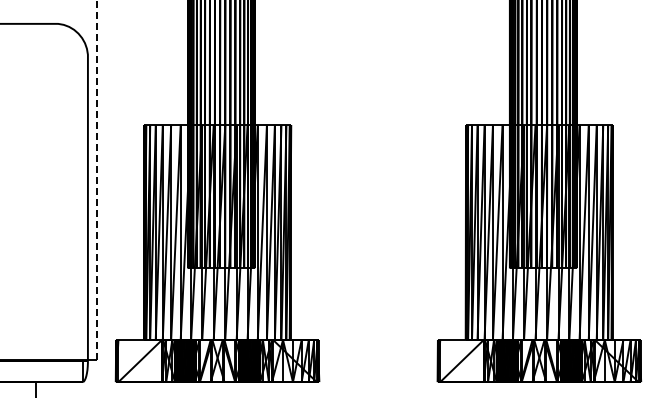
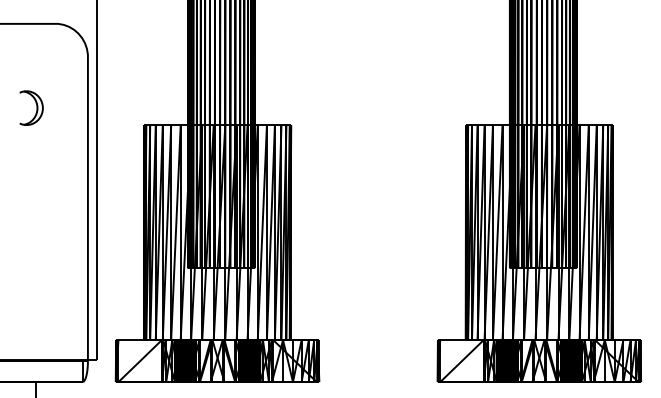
part at (31, 107): none -> present
line at (97, 179): dashed -> solid
